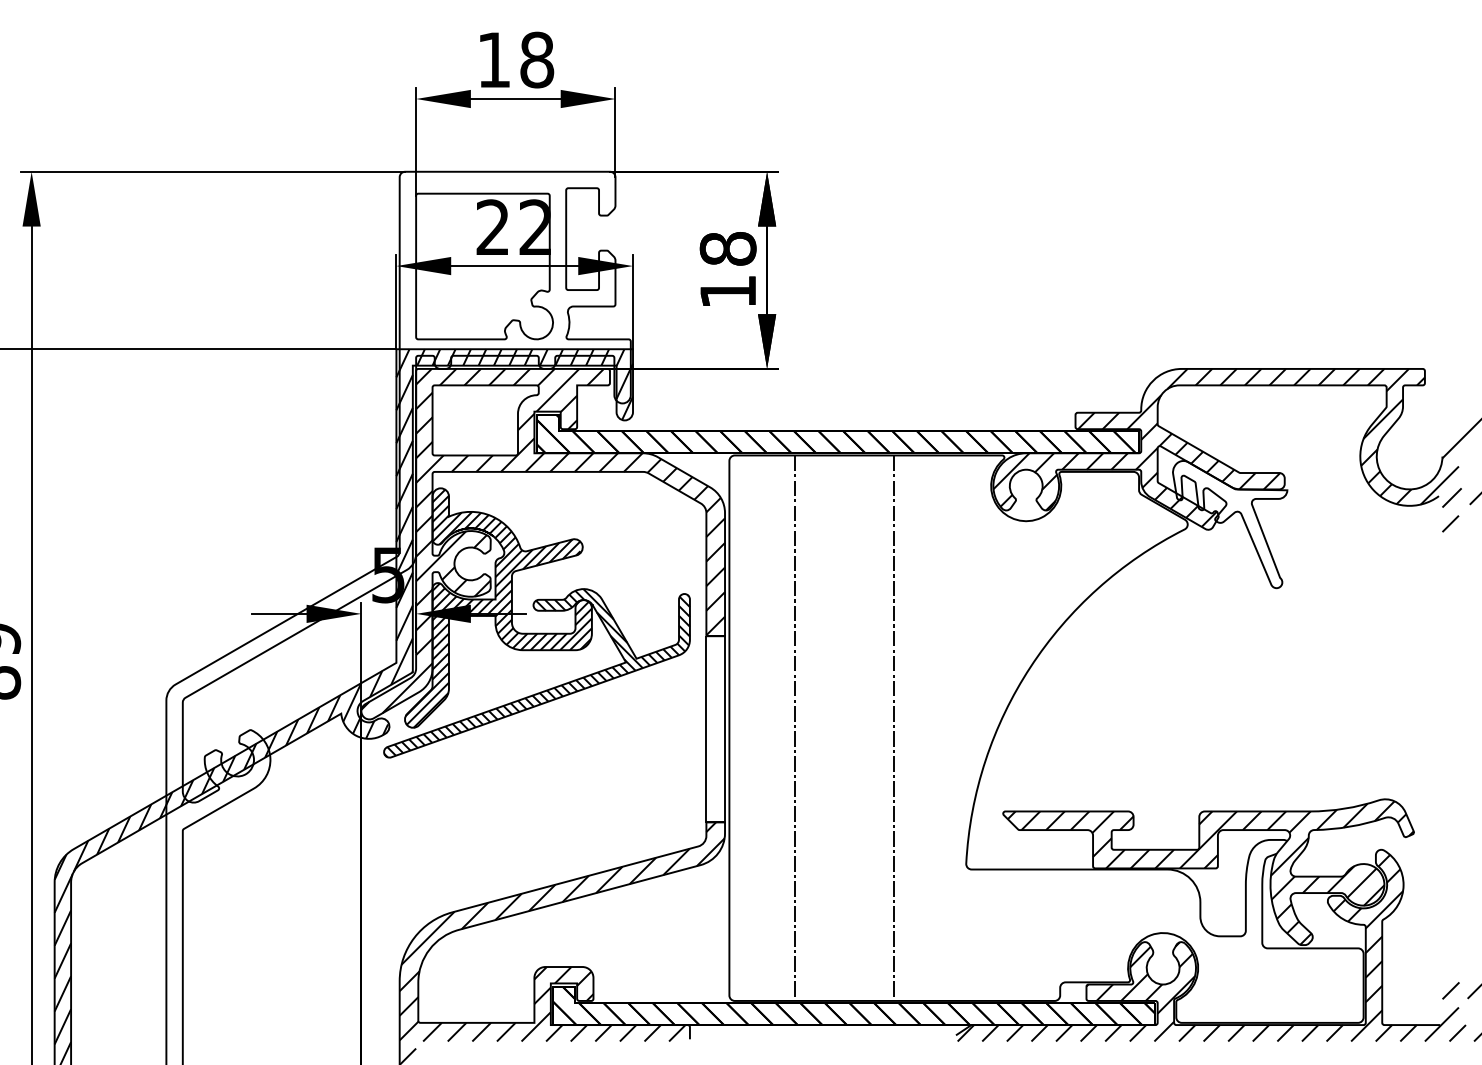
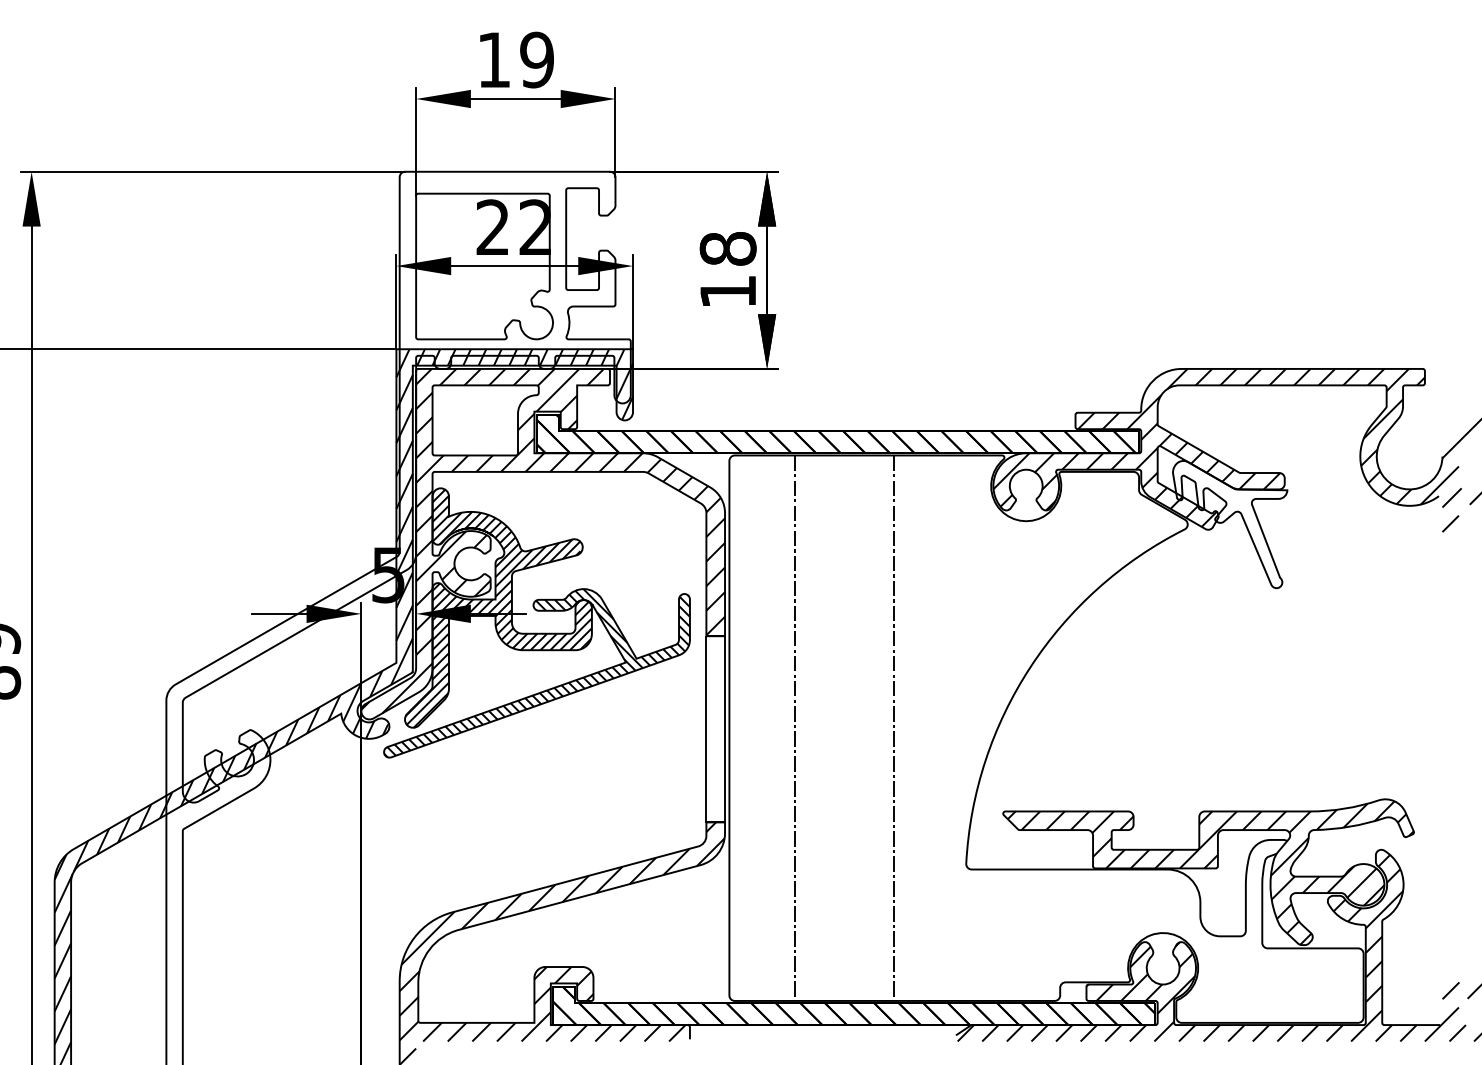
text at (537, 59): 18 -> 19
